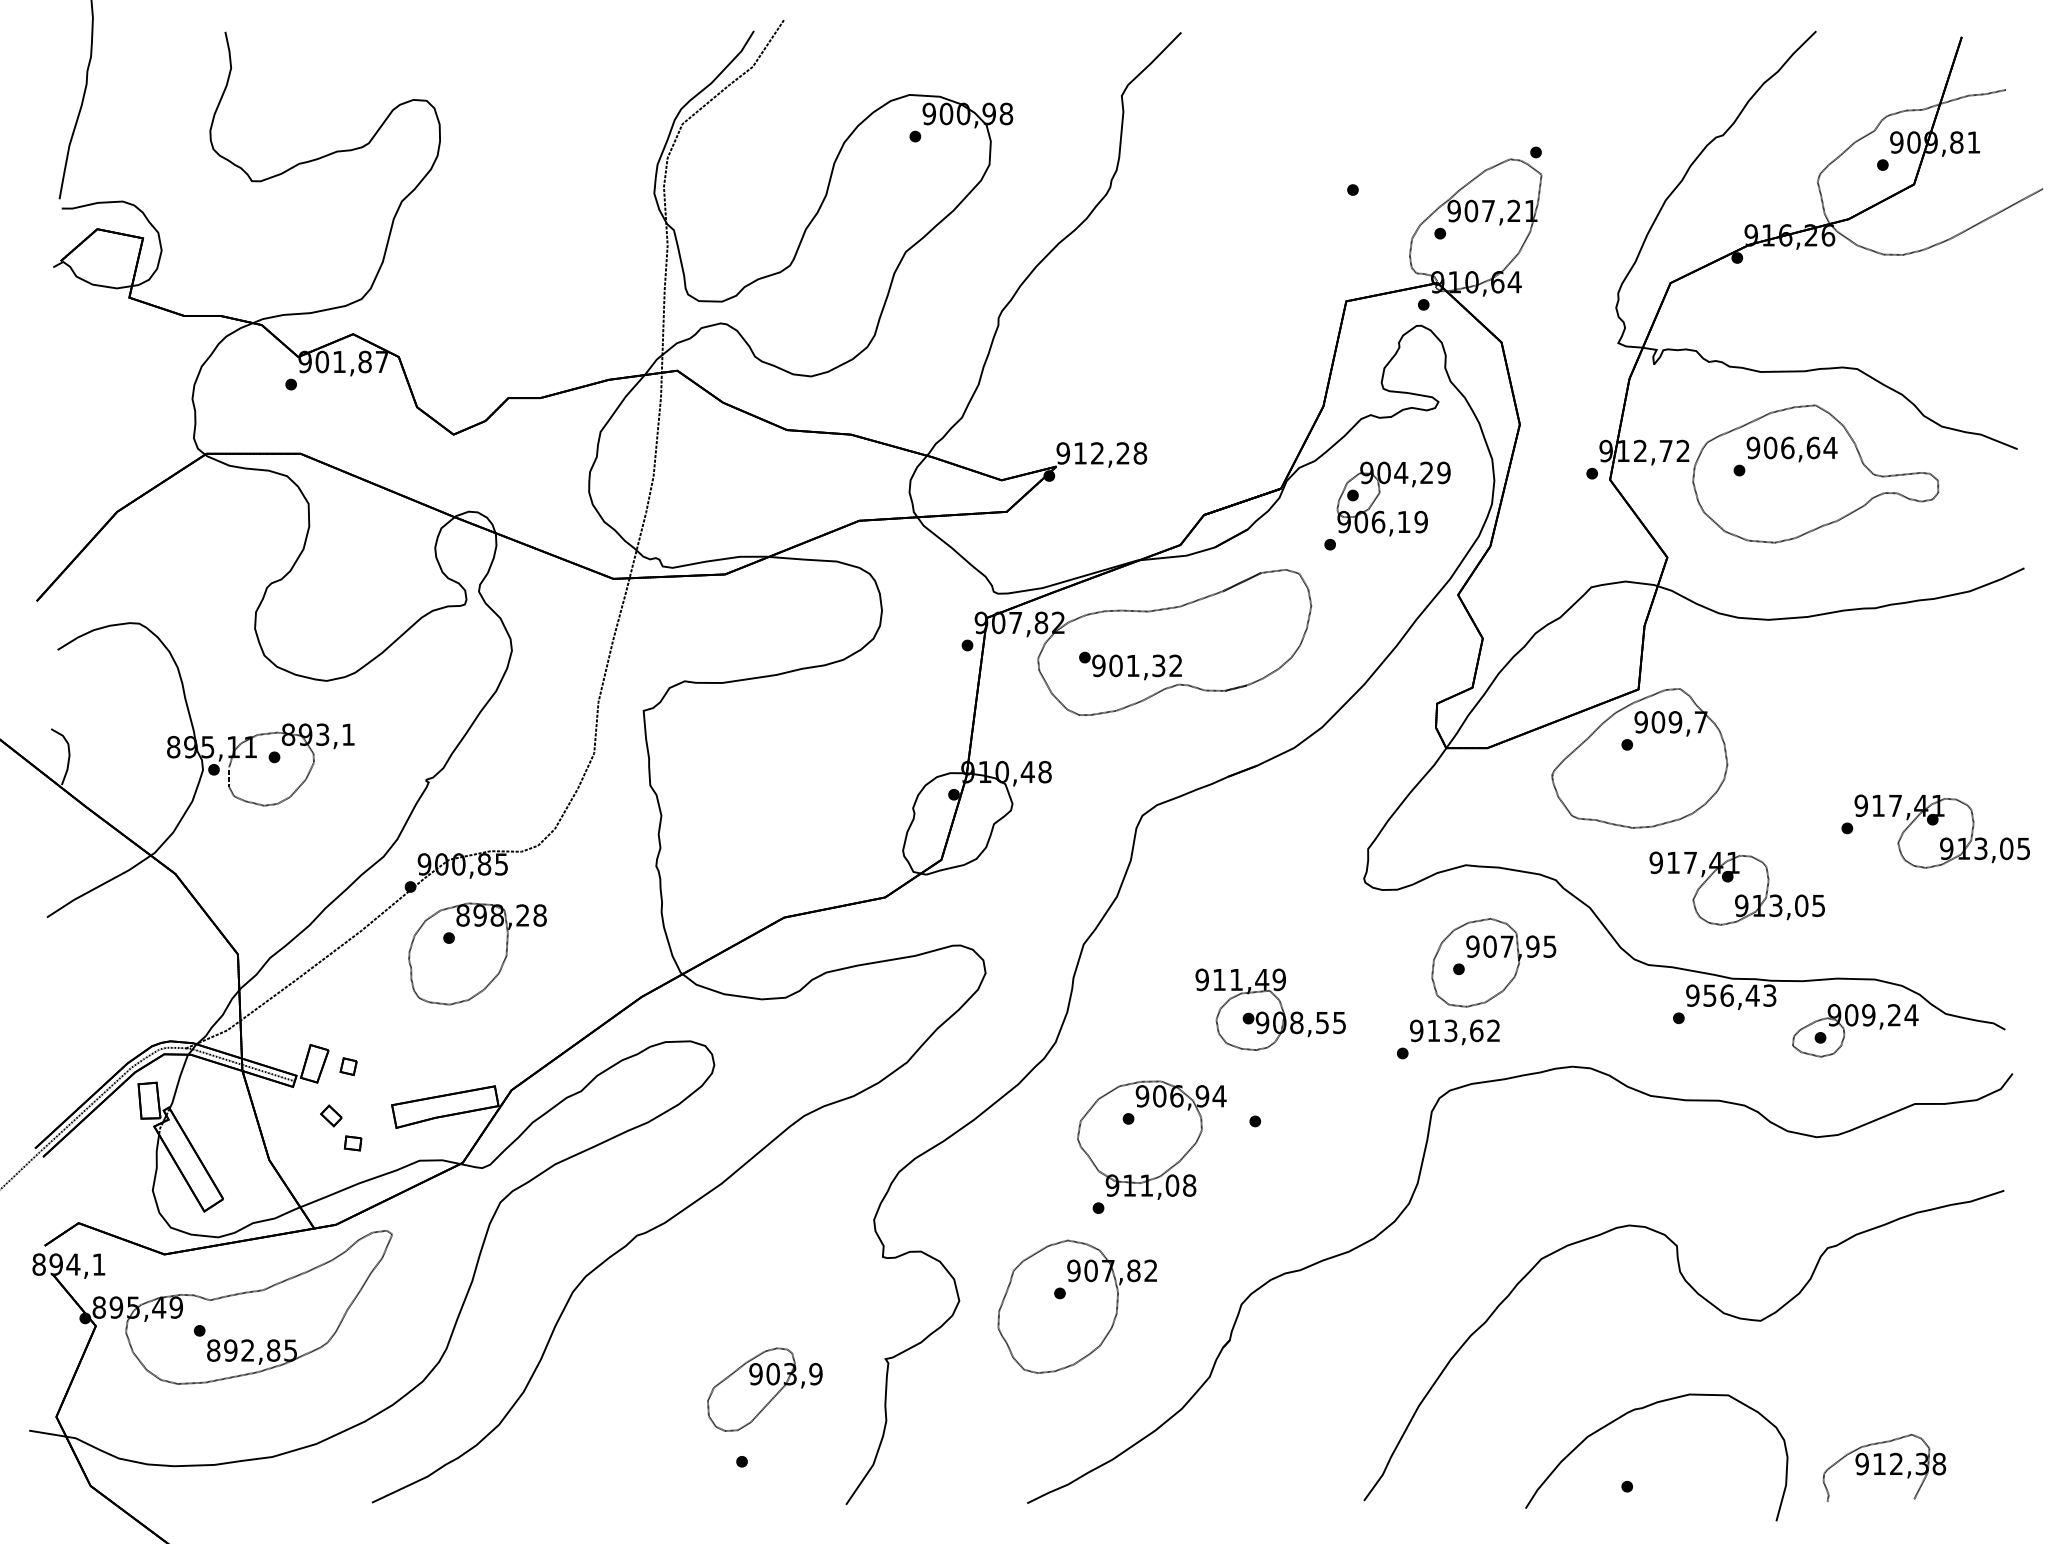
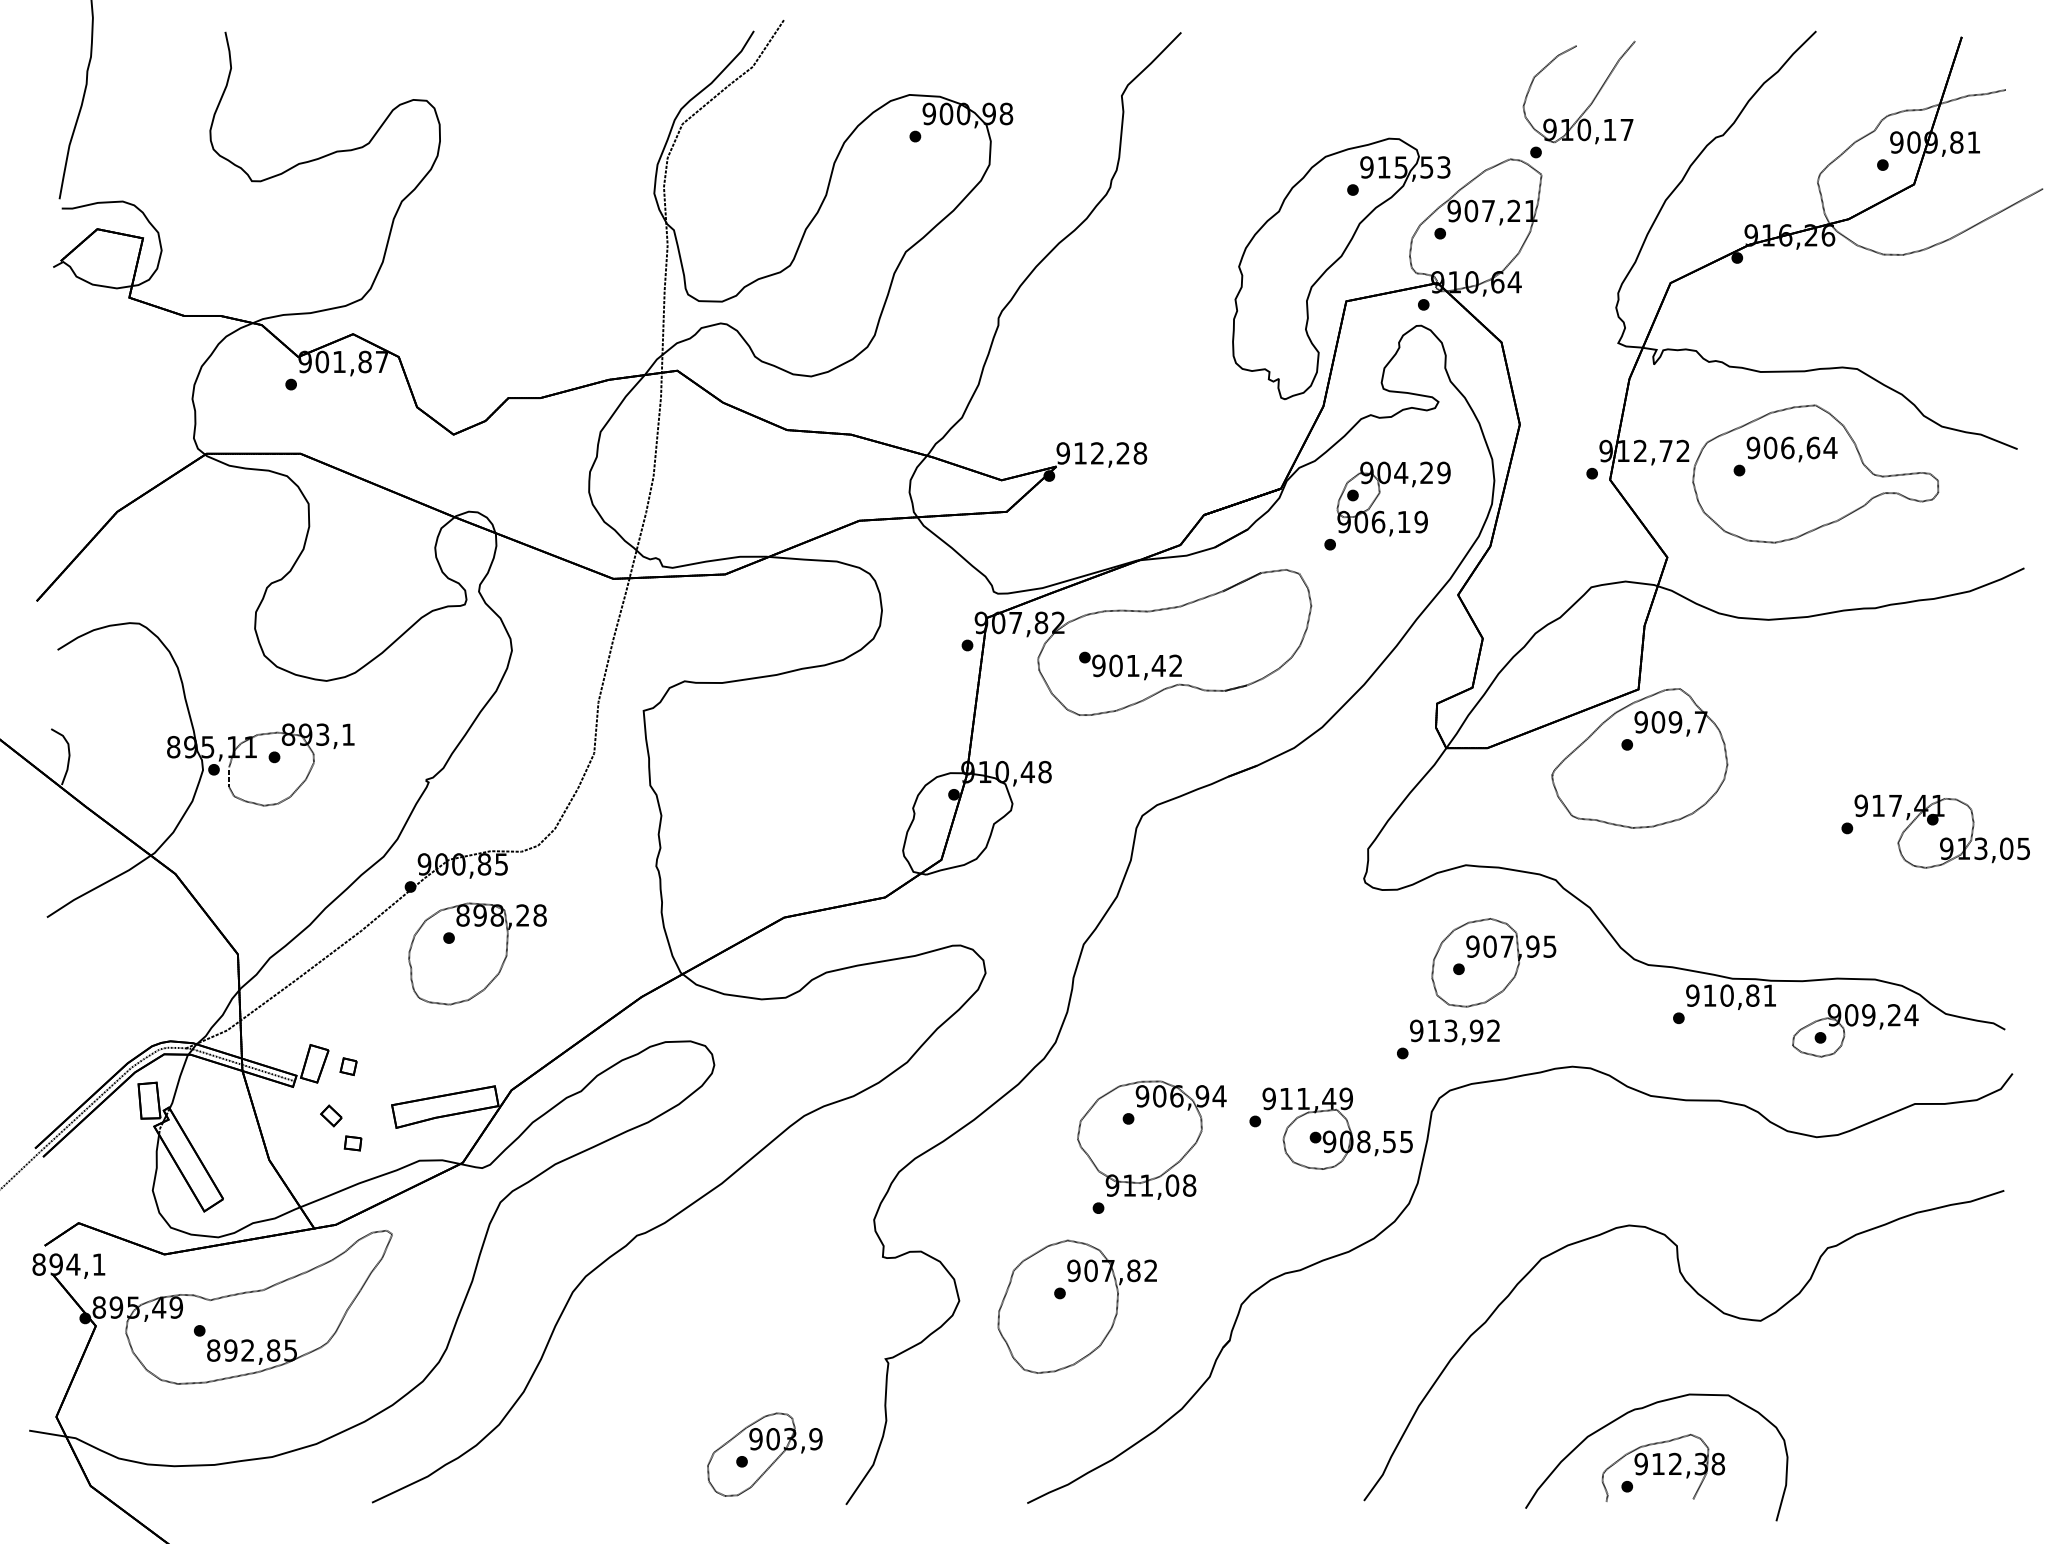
part at (1591, 101): none -> present
part at (1336, 262): none -> present
text at (1158, 665): 901,32 -> 901,42
part at (1736, 888): present -> none
text at (1739, 995): 956,43 -> 910,81
part at (1270, 1009) position: (1270, 1009) -> (1337, 1128)
text at (1476, 1030): 913,62 -> 913,92
part at (764, 1389) position: (764, 1389) -> (764, 1454)
part at (1883, 1467) position: (1883, 1467) -> (1662, 1467)
